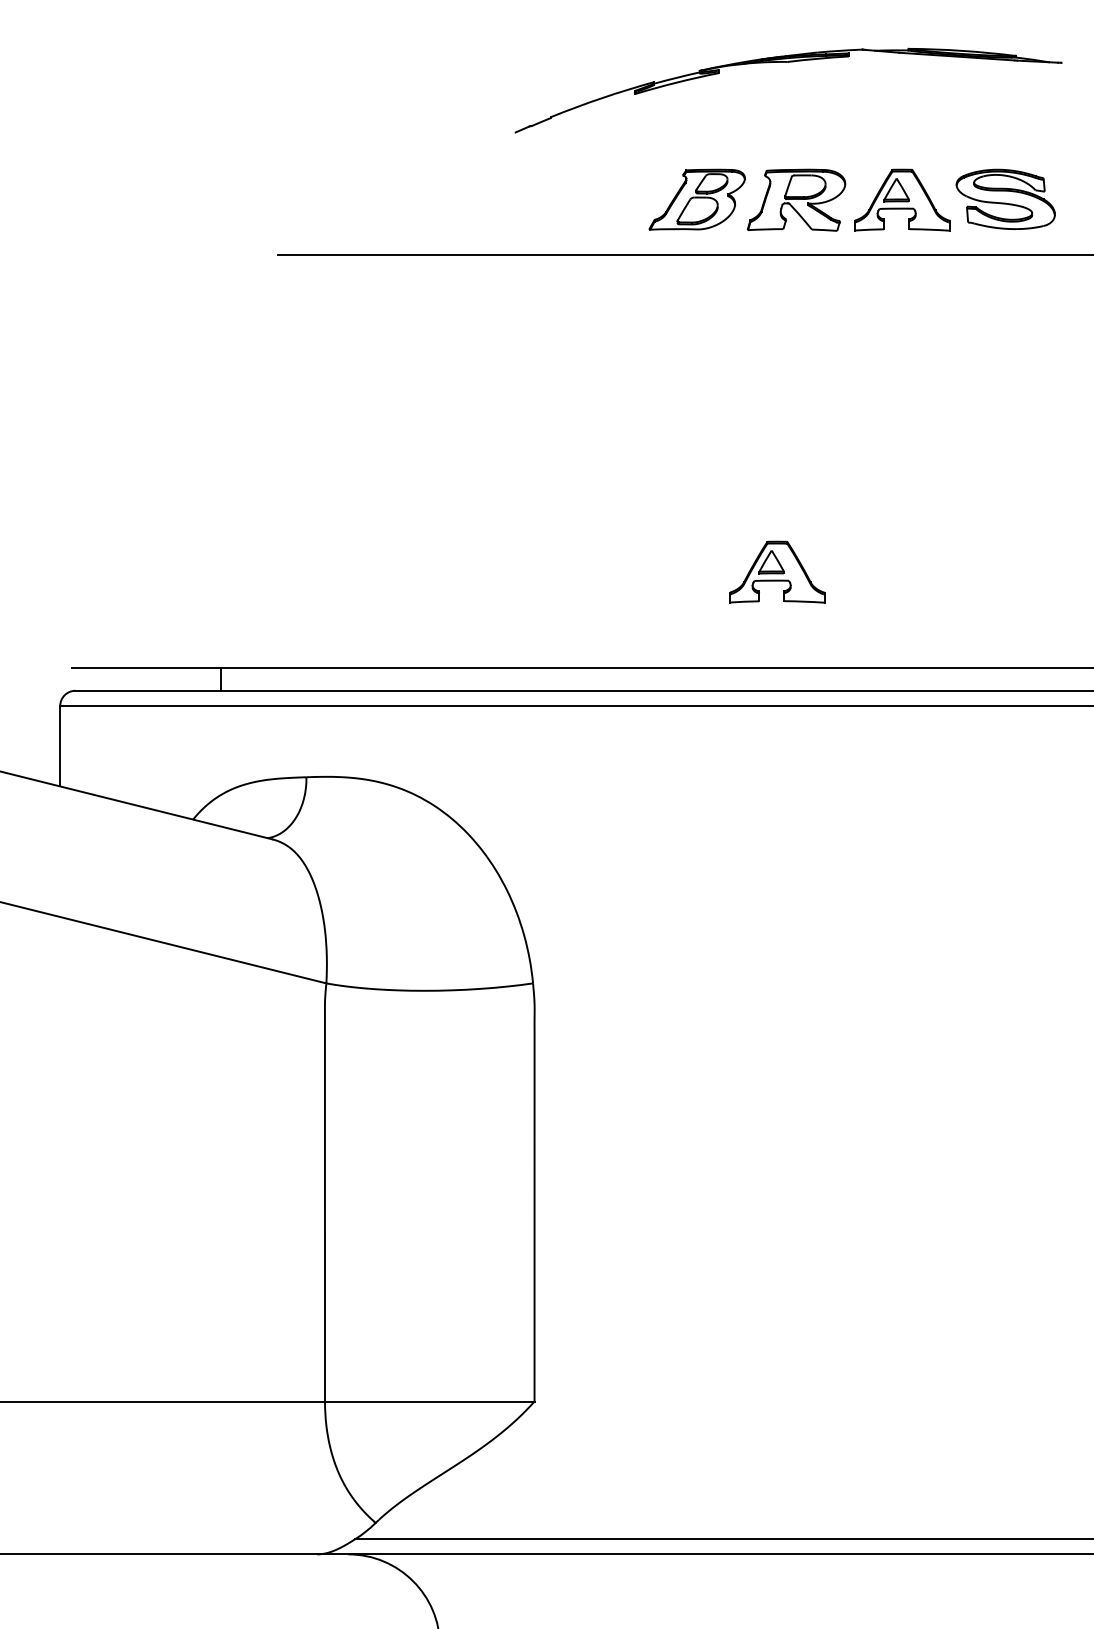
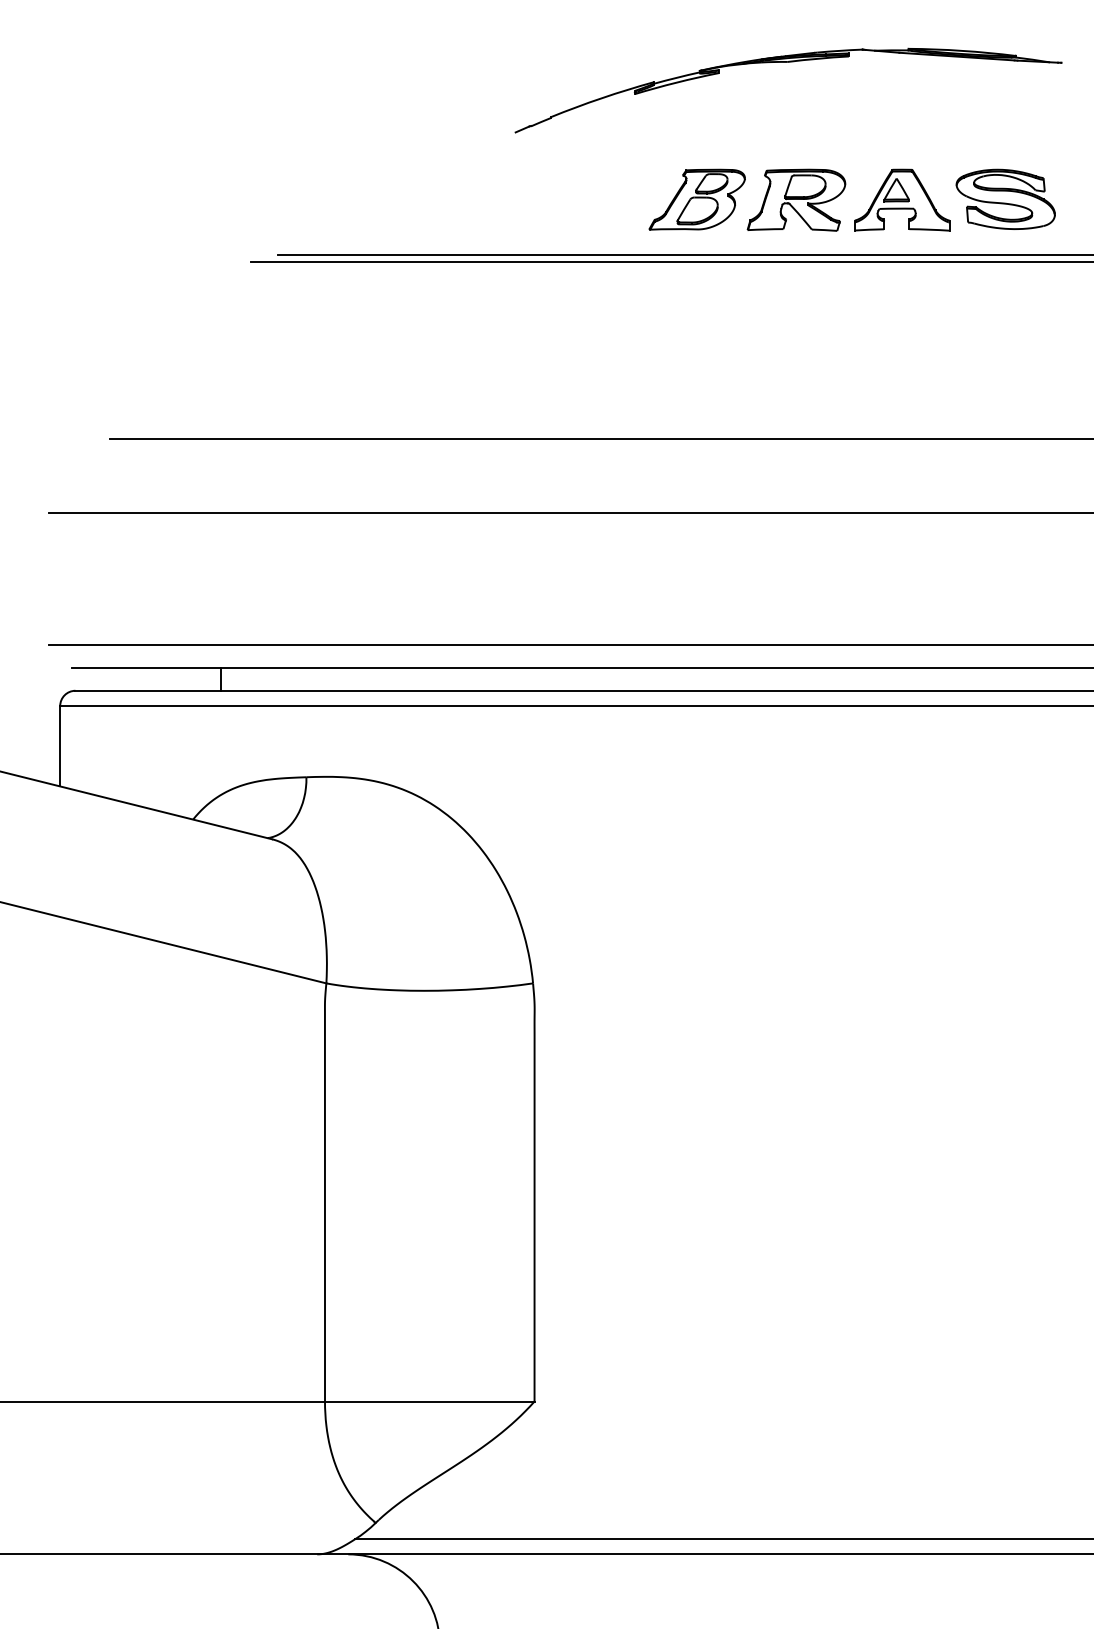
line at (670, 262): none -> present
line at (599, 438): none -> present
line at (569, 513): none -> present
part at (777, 571): present -> none
line at (569, 644): none -> present
